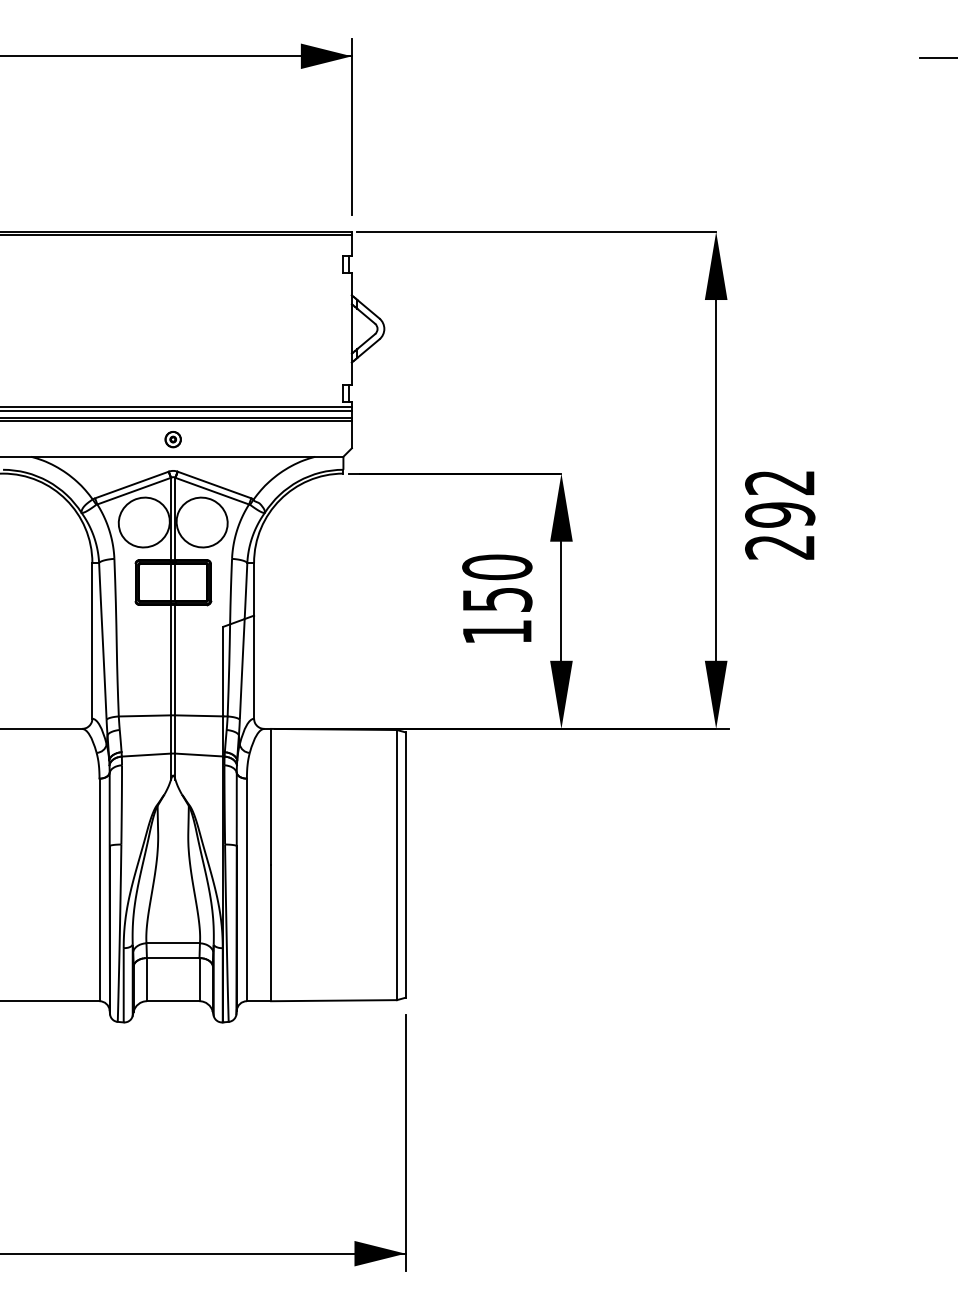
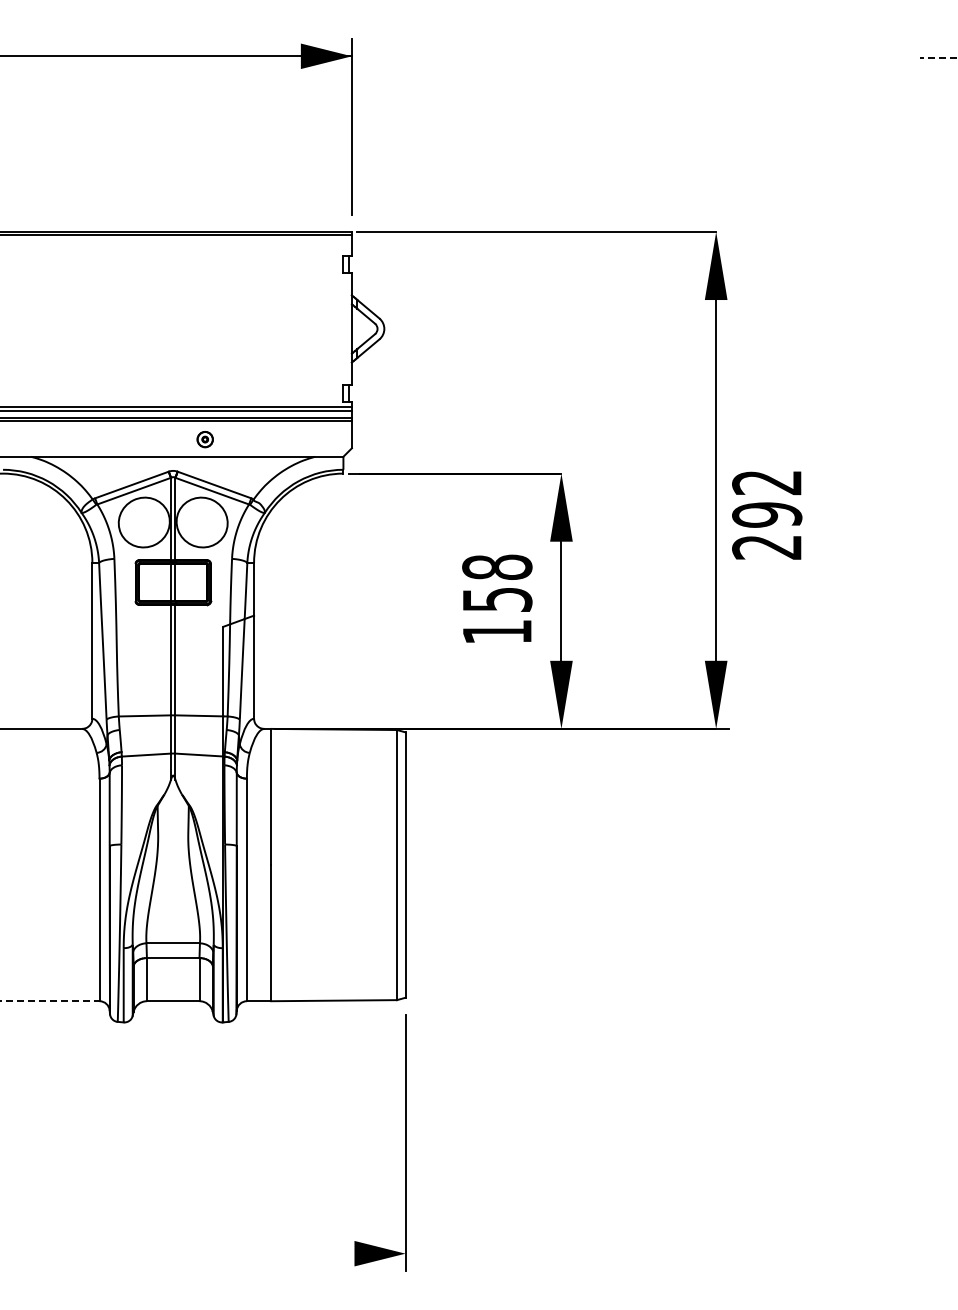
line at (938, 57): solid -> dashed
part at (172, 439) position: (172, 439) -> (204, 439)
text at (780, 515) position: (780, 515) -> (767, 515)
text at (497, 567): 150 -> 158
line at (50, 1001): solid -> dashed
line at (203, 1253): present -> none
